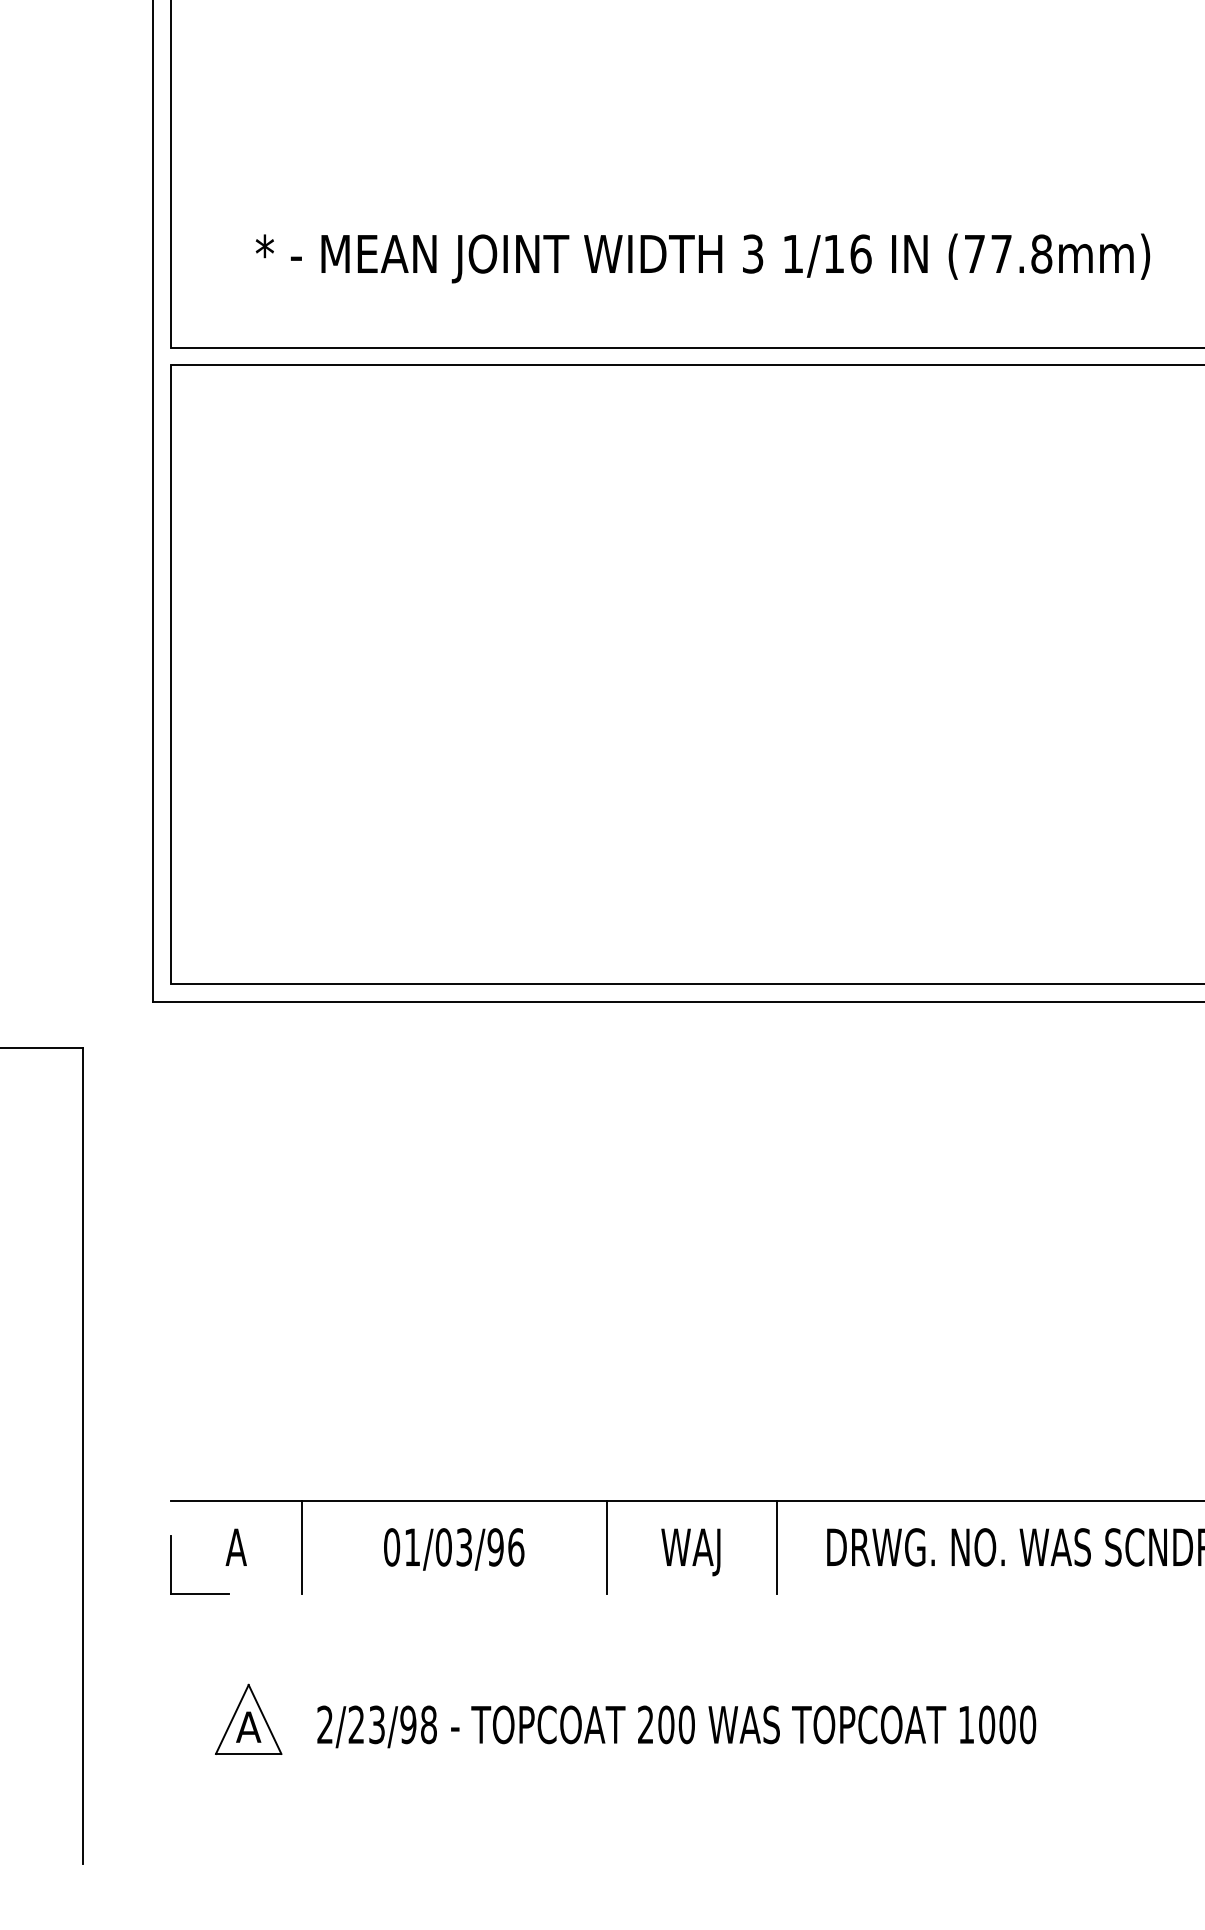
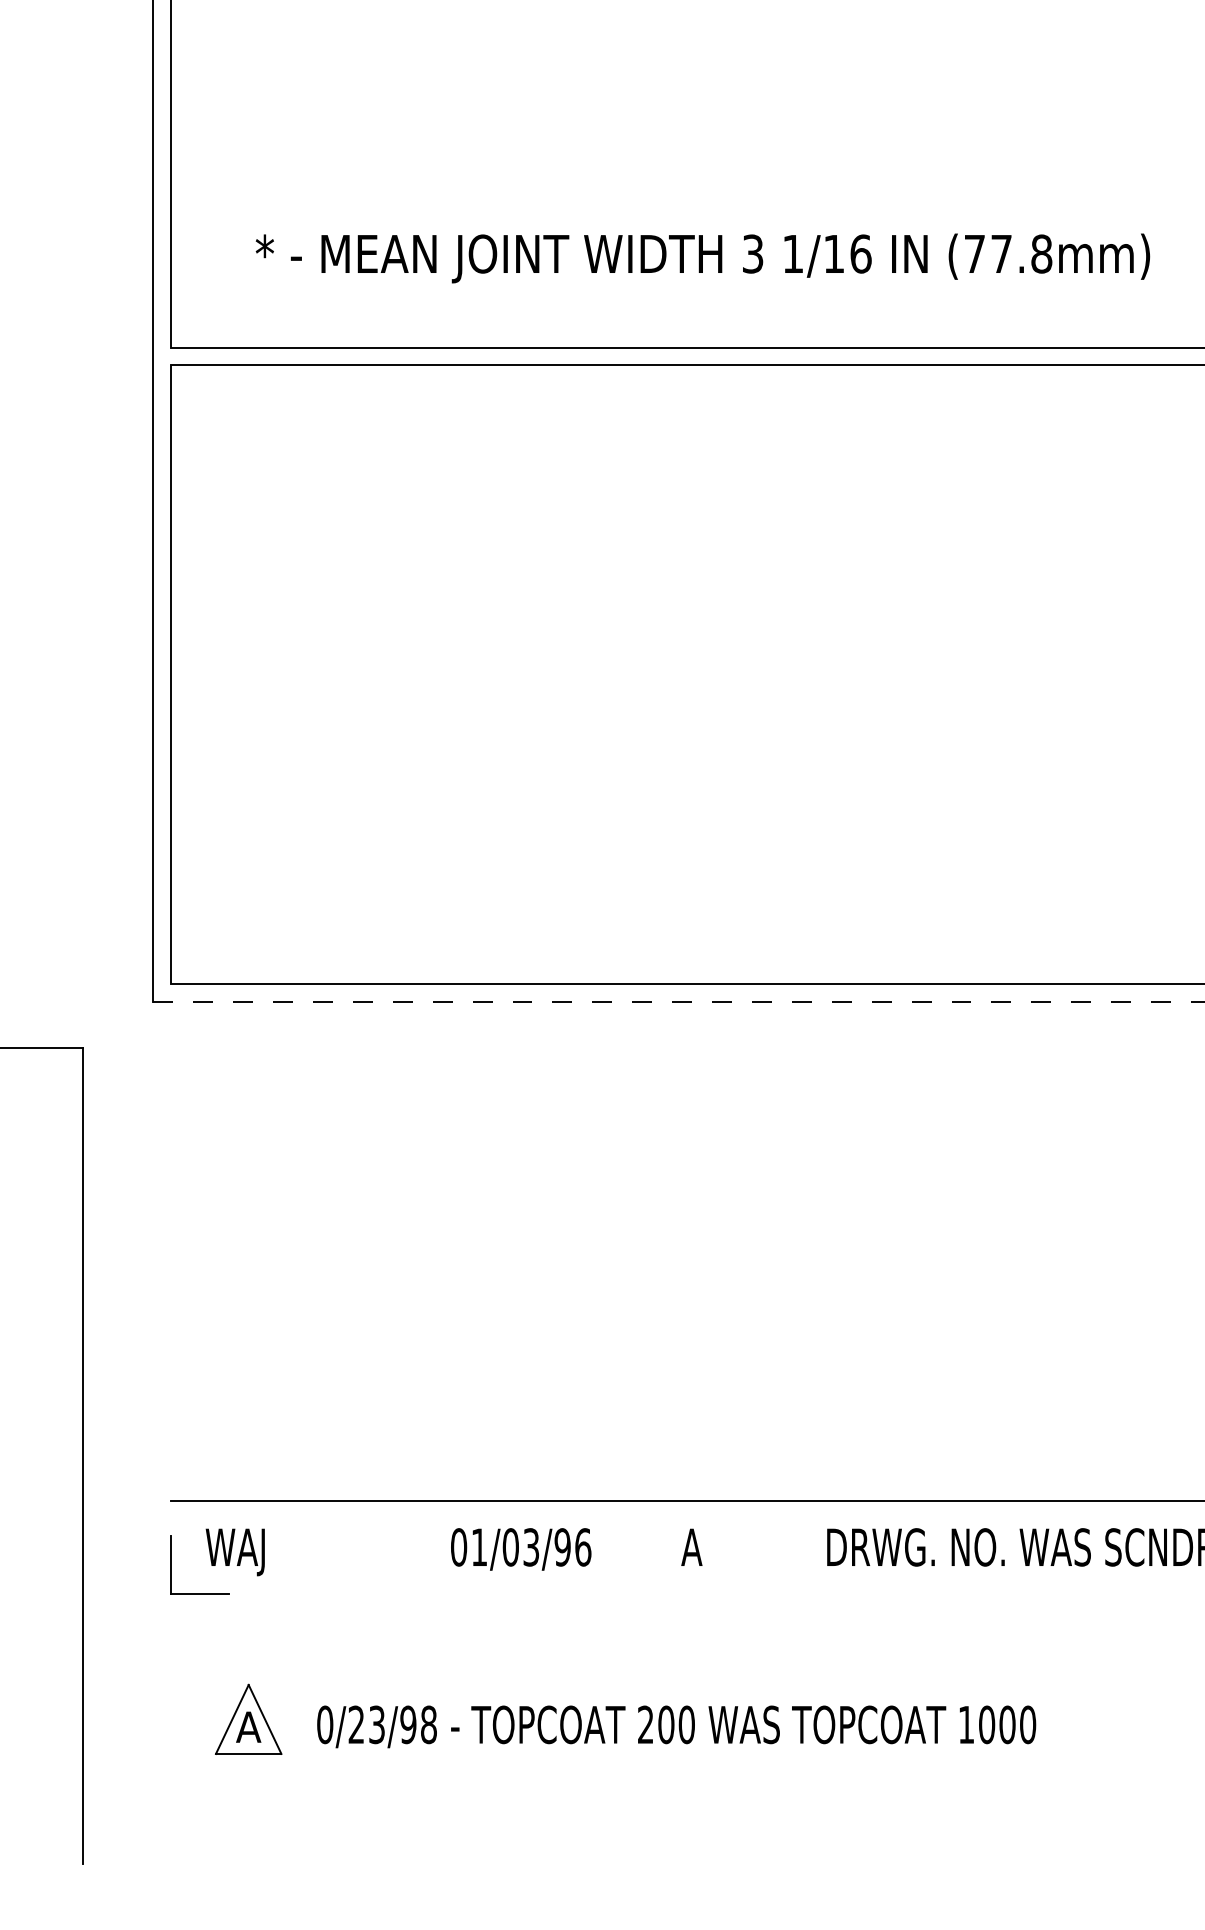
line at (679, 1001): solid -> dashed
line at (301, 1547): present -> none
line at (606, 1547): present -> none
line at (777, 1547): present -> none
text at (454, 1549) position: (454, 1549) -> (521, 1549)
text at (234, 1552): A -> WAJ
text at (690, 1552): WAJ -> A
text at (325, 1724): 2/23/98 -> 0/23/98
